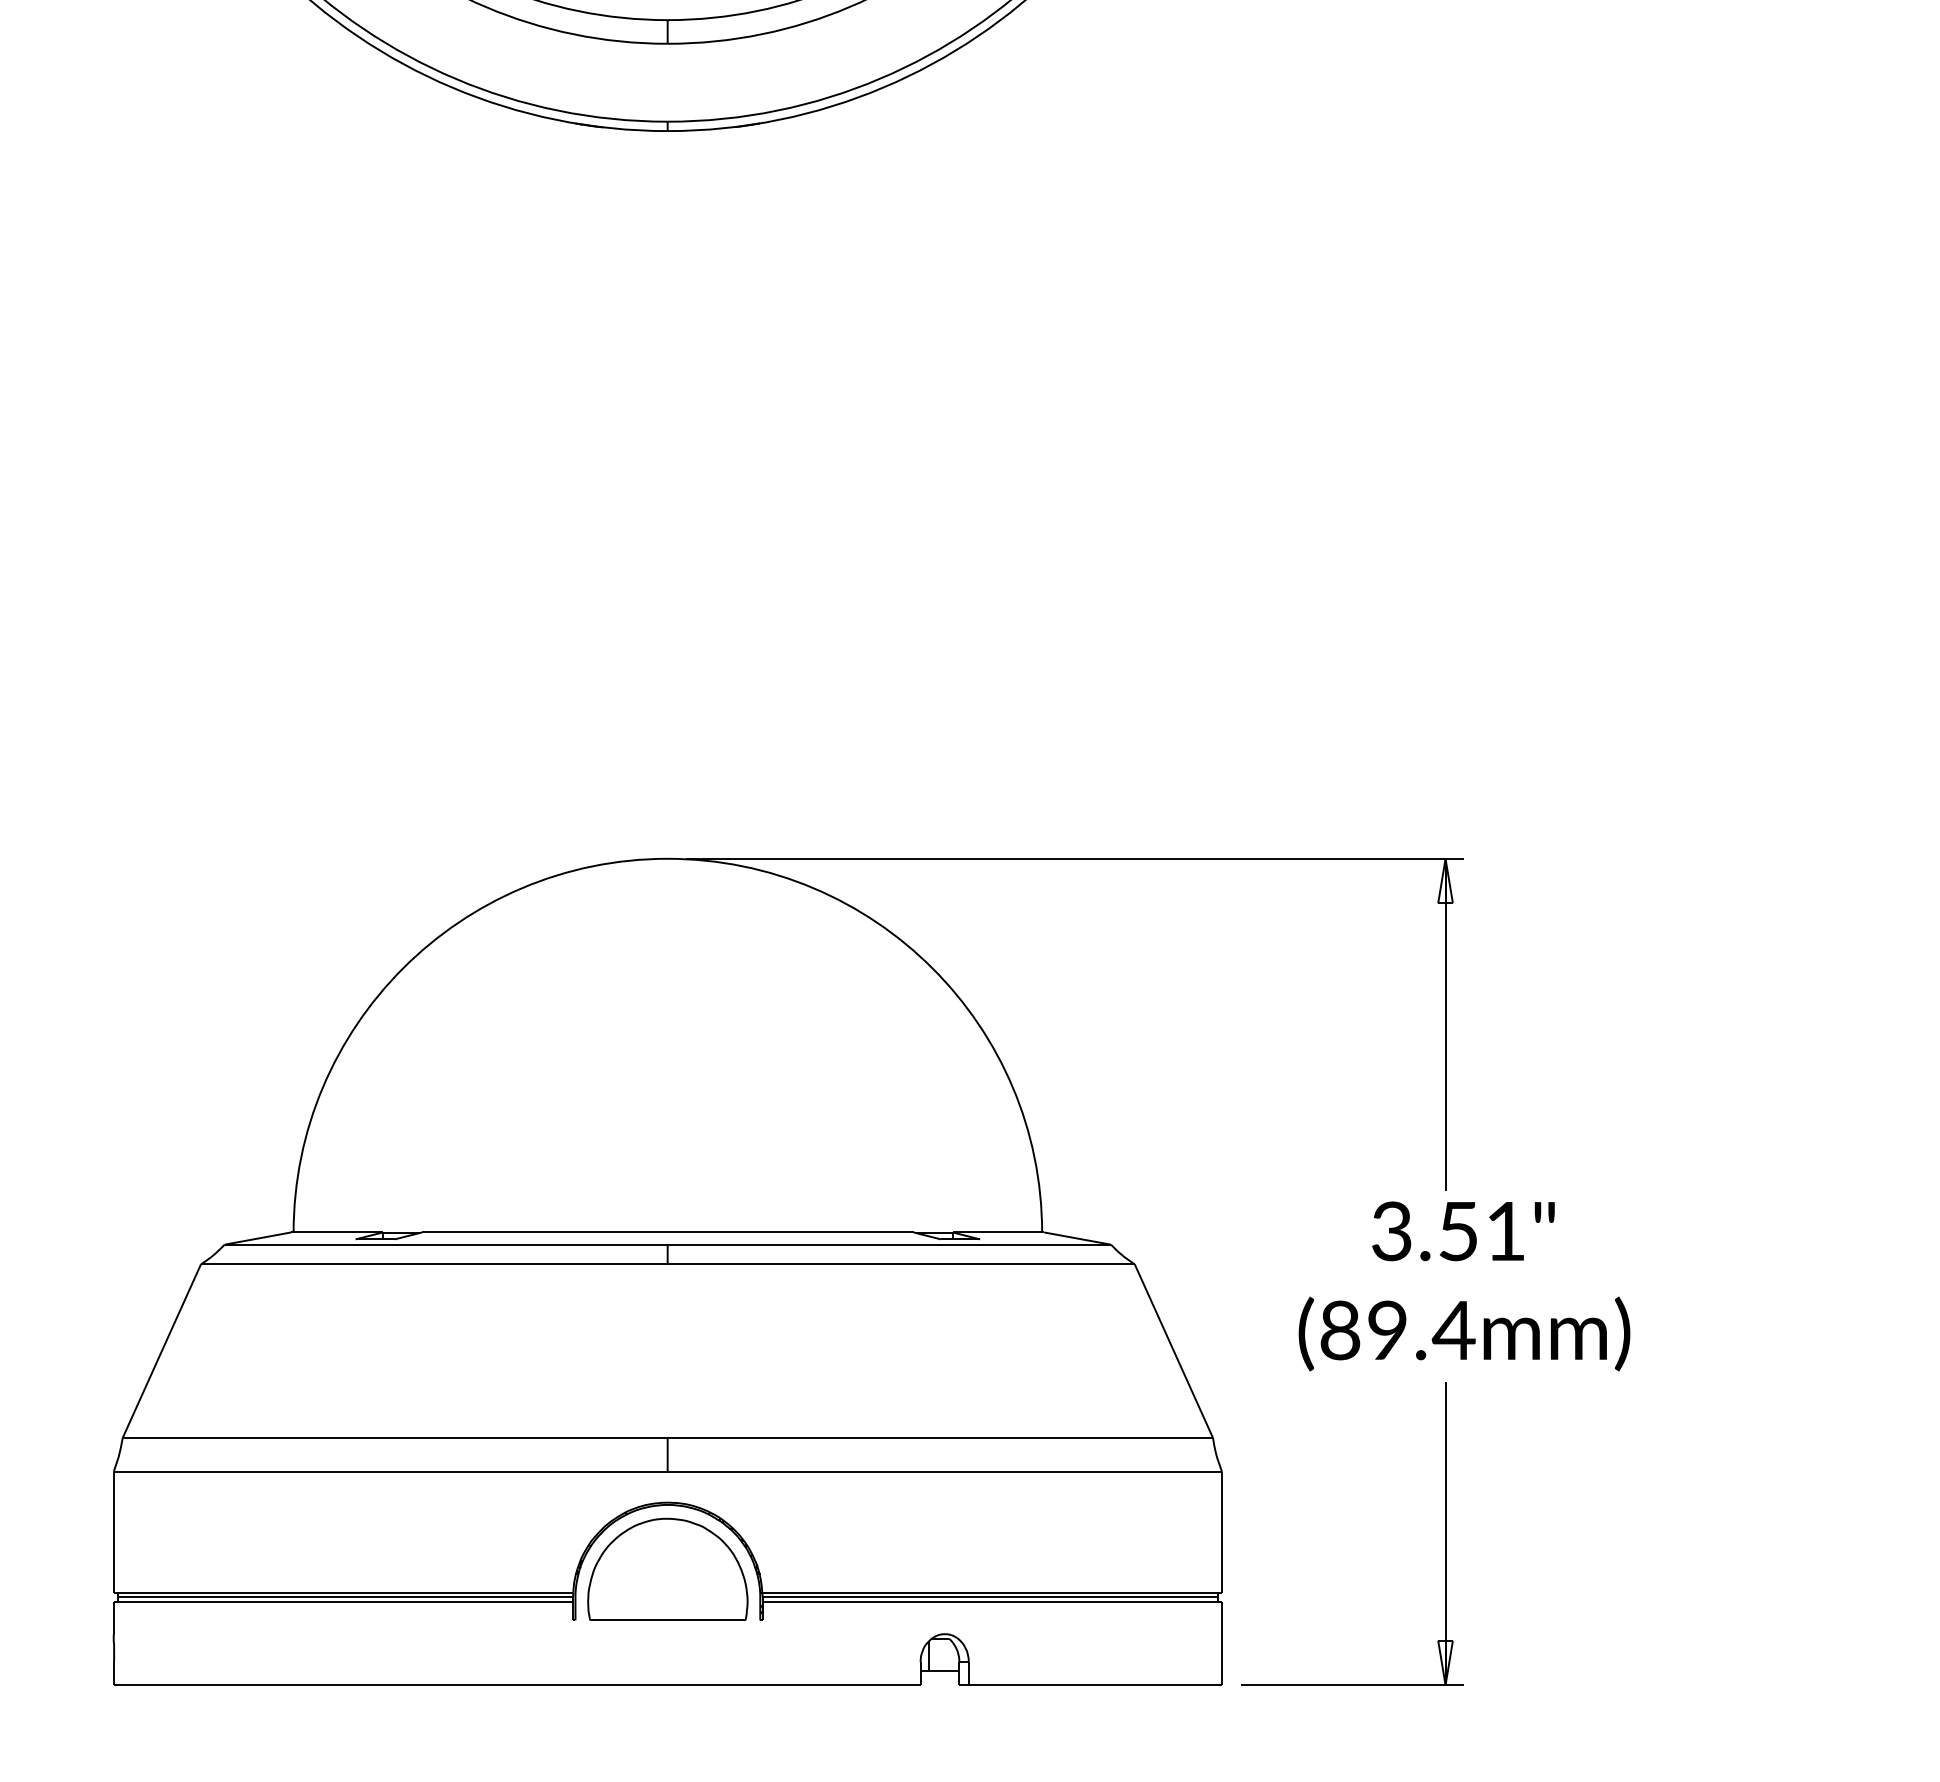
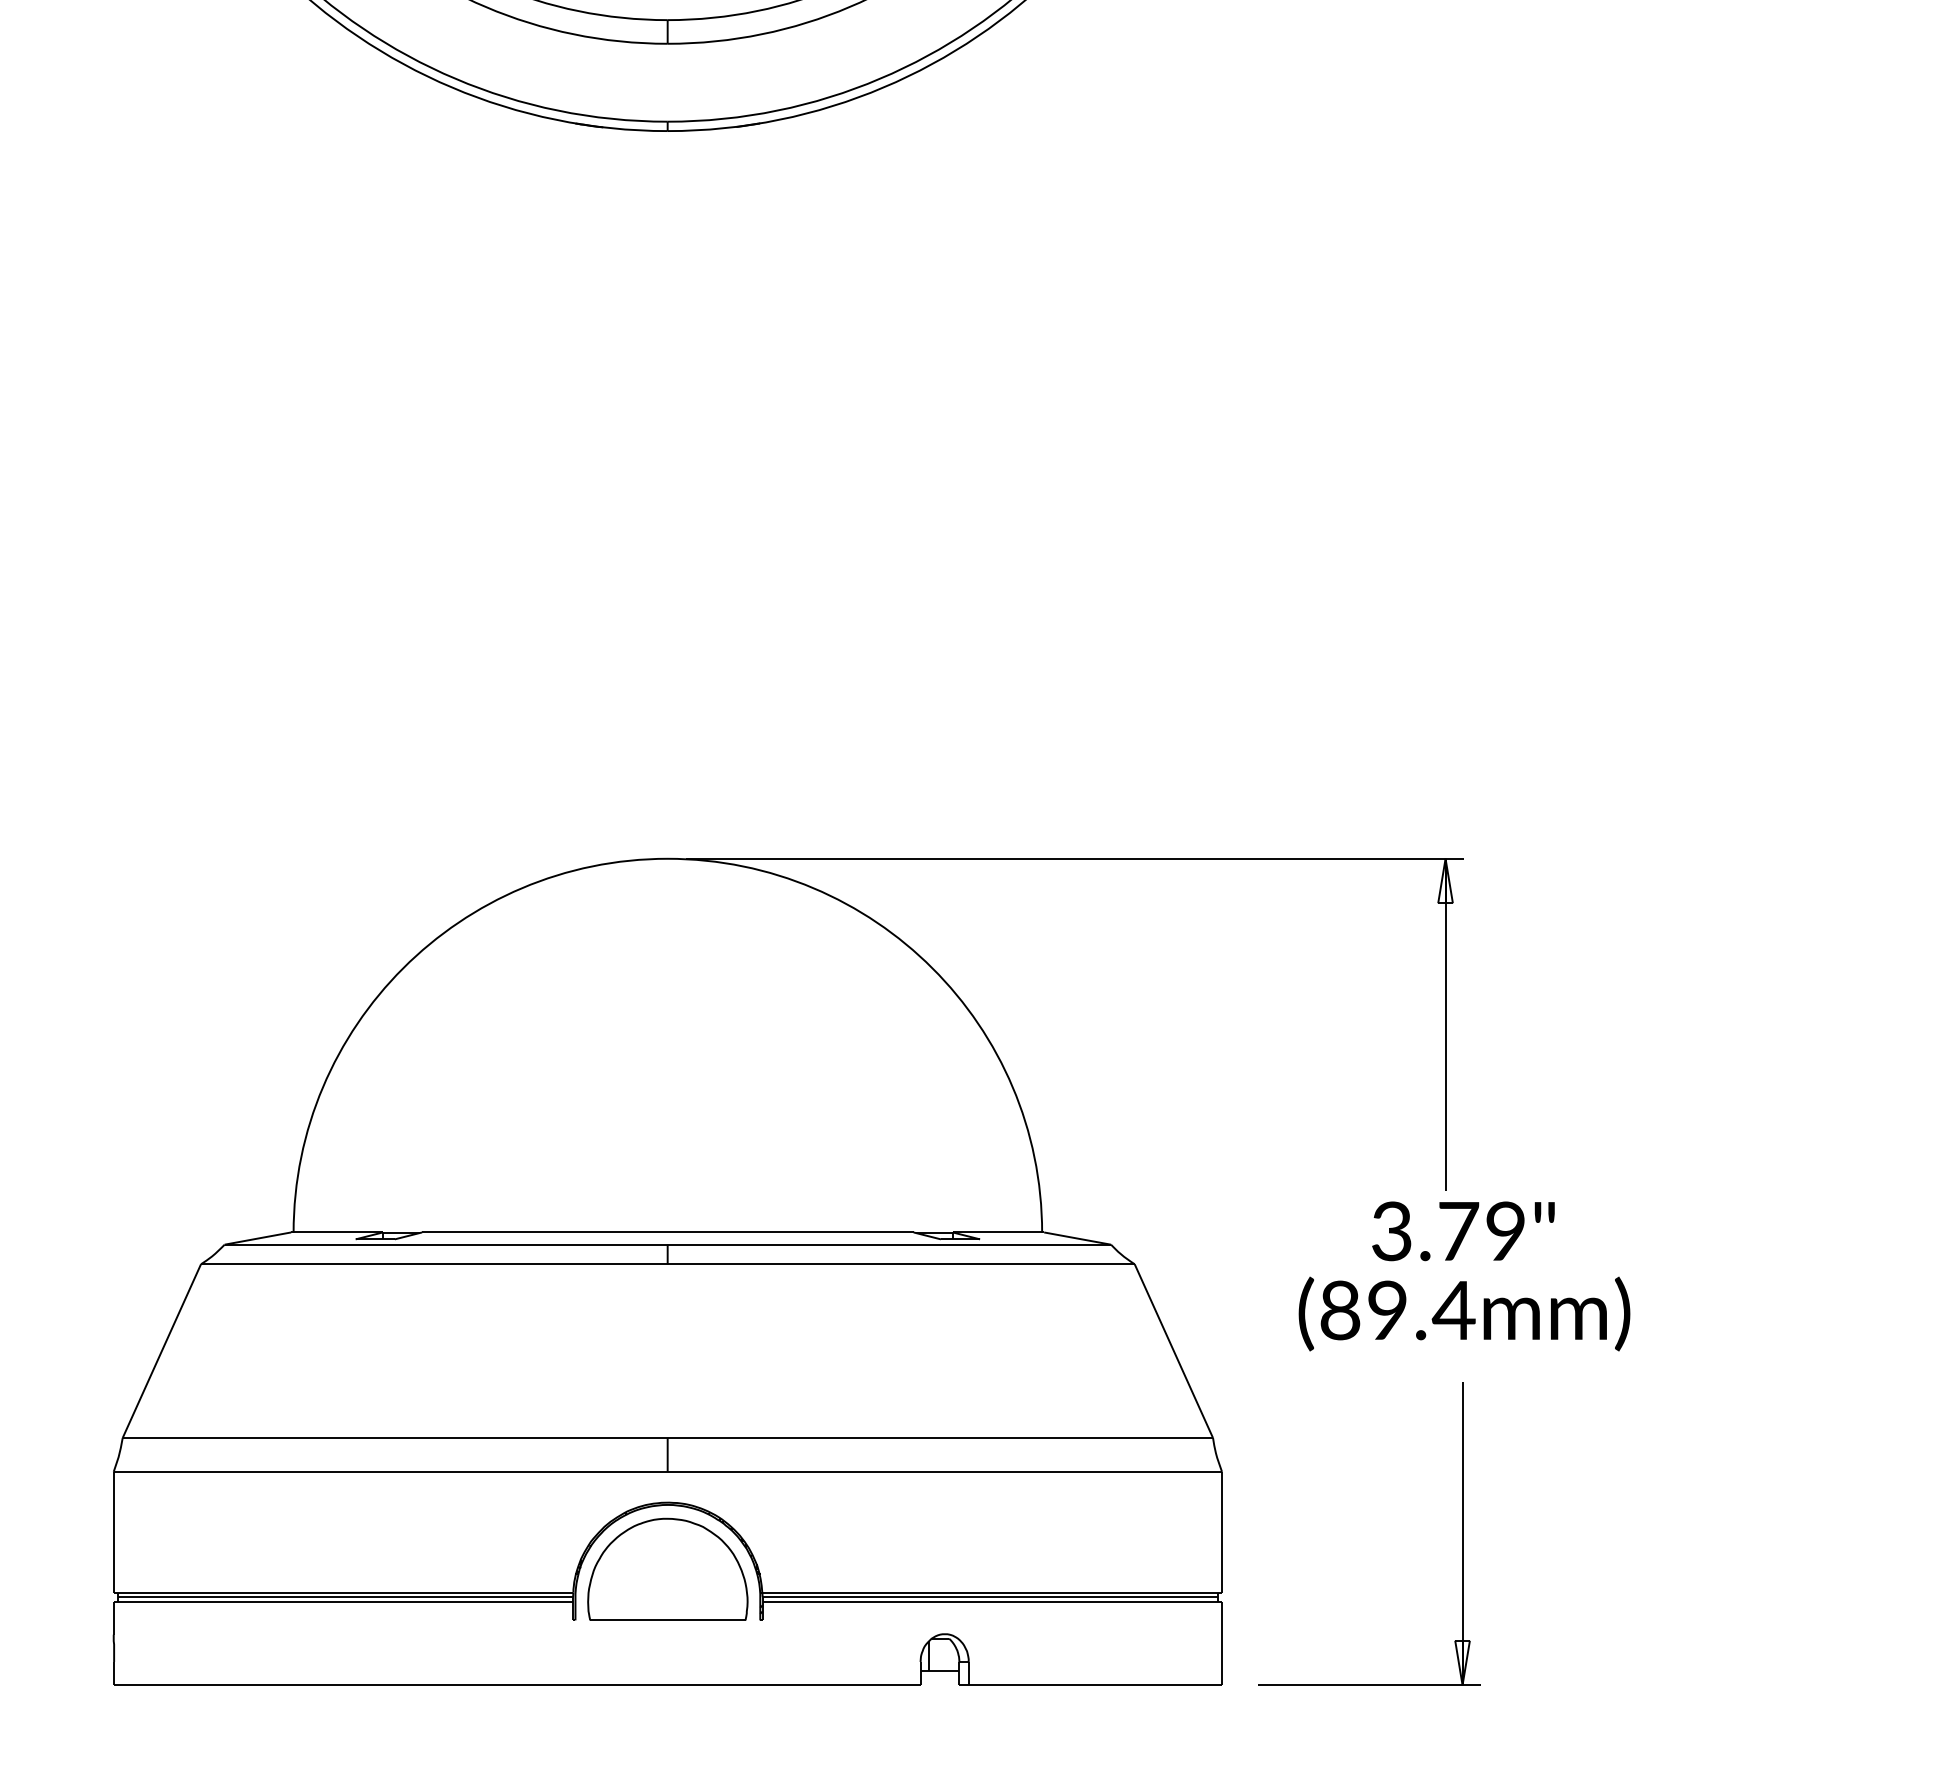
text at (1481, 1231): 3.51" -> 3.79"
text at (1464, 1333) position: (1464, 1333) -> (1464, 1313)
part at (1445, 1533) position: (1445, 1533) -> (1462, 1533)
